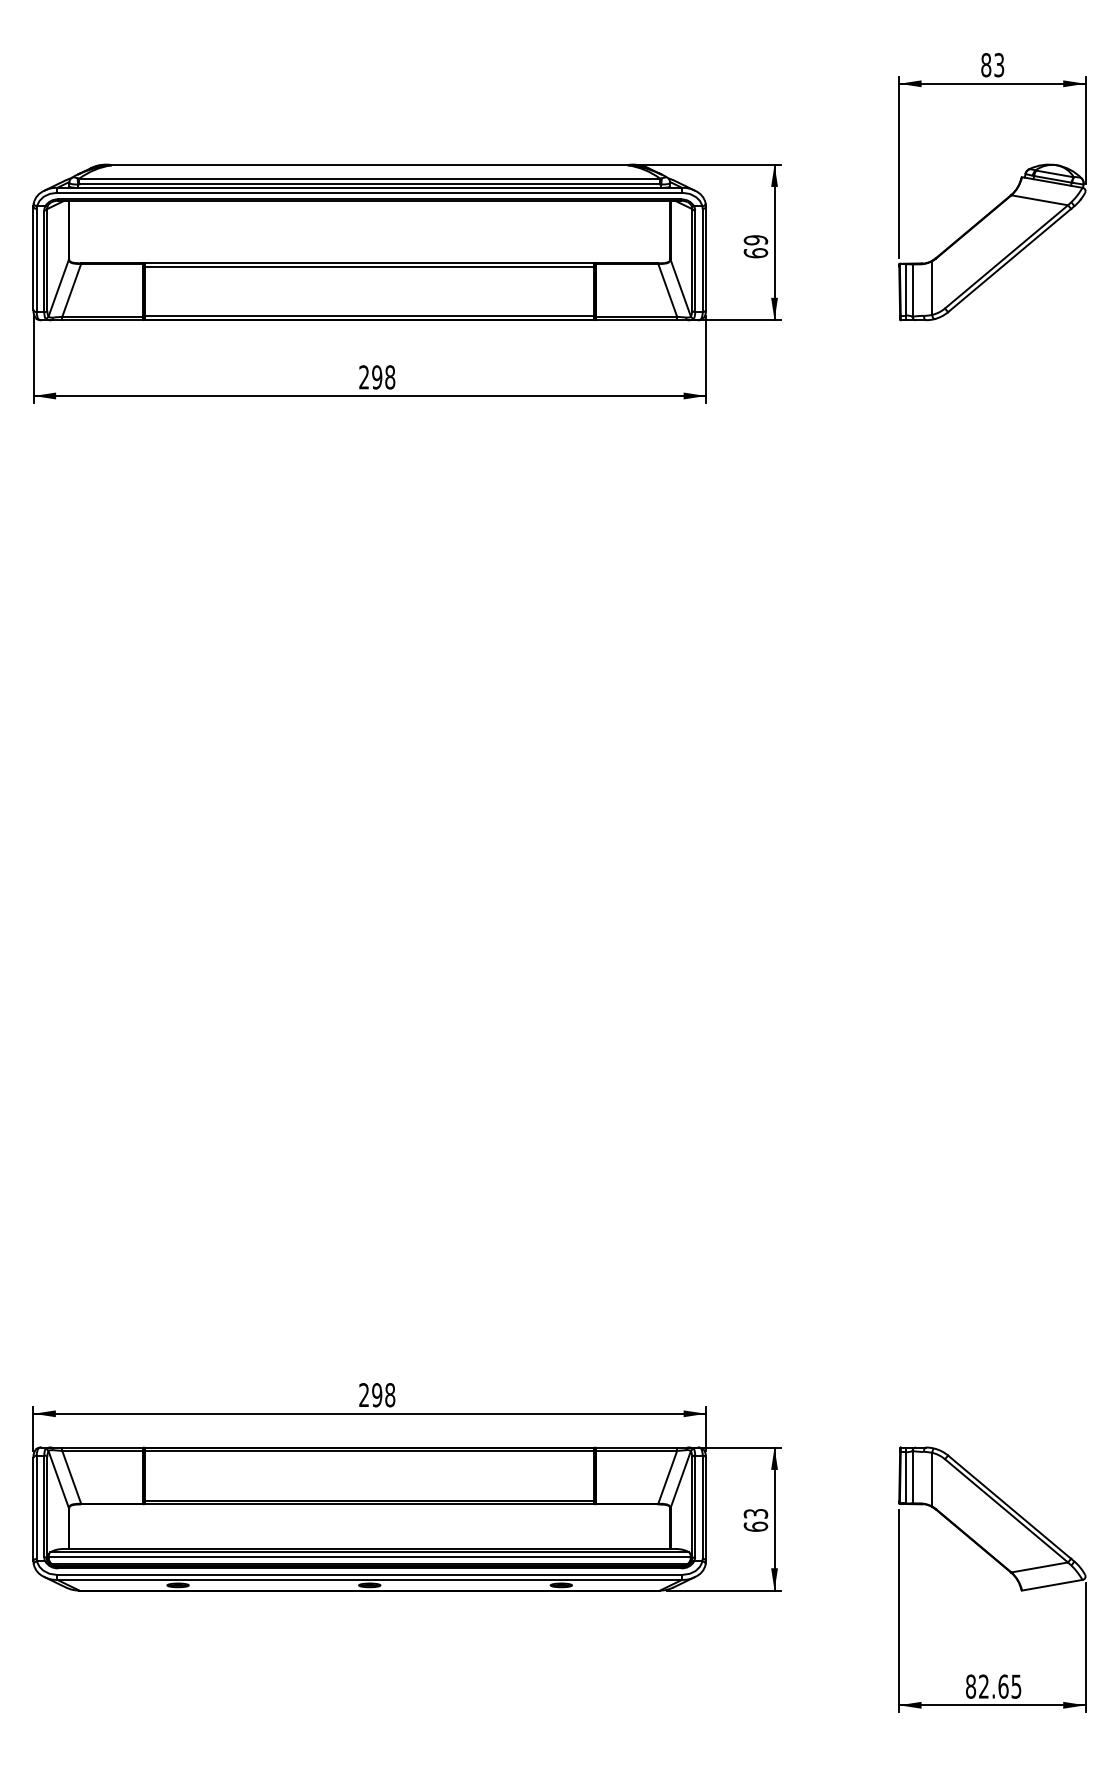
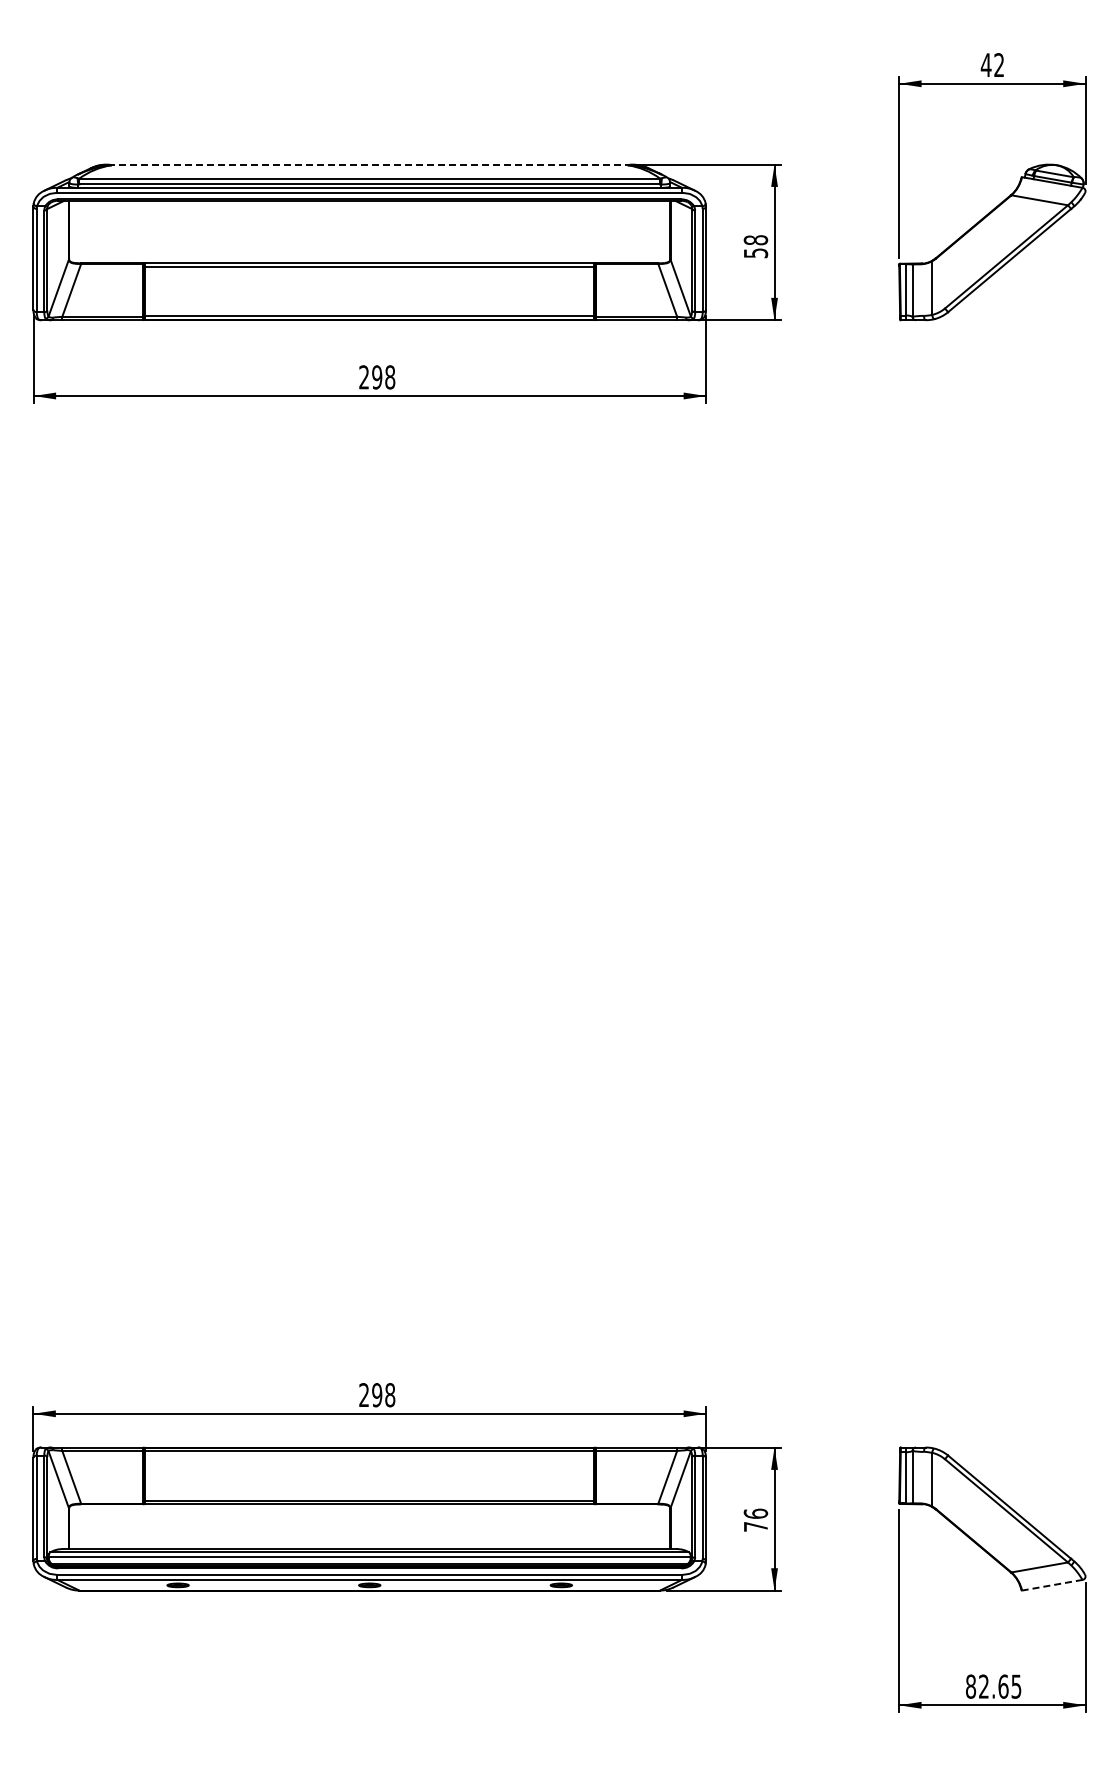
text at (992, 65): 83 -> 42
line at (369, 164): solid -> dashed
text at (755, 246): 69 -> 58
text at (755, 1519): 63 -> 76
line at (1052, 1585): solid -> dashed
